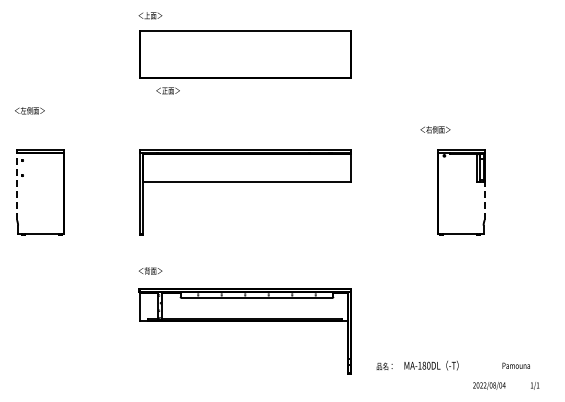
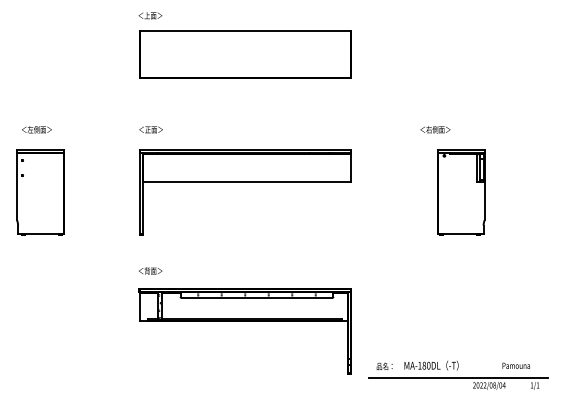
text at (167, 90) position: (167, 90) -> (150, 129)
text at (29, 110) position: (29, 110) -> (36, 129)
line at (16, 186): dashed -> solid
line at (484, 200): dashed -> solid
line at (458, 377): none -> present
